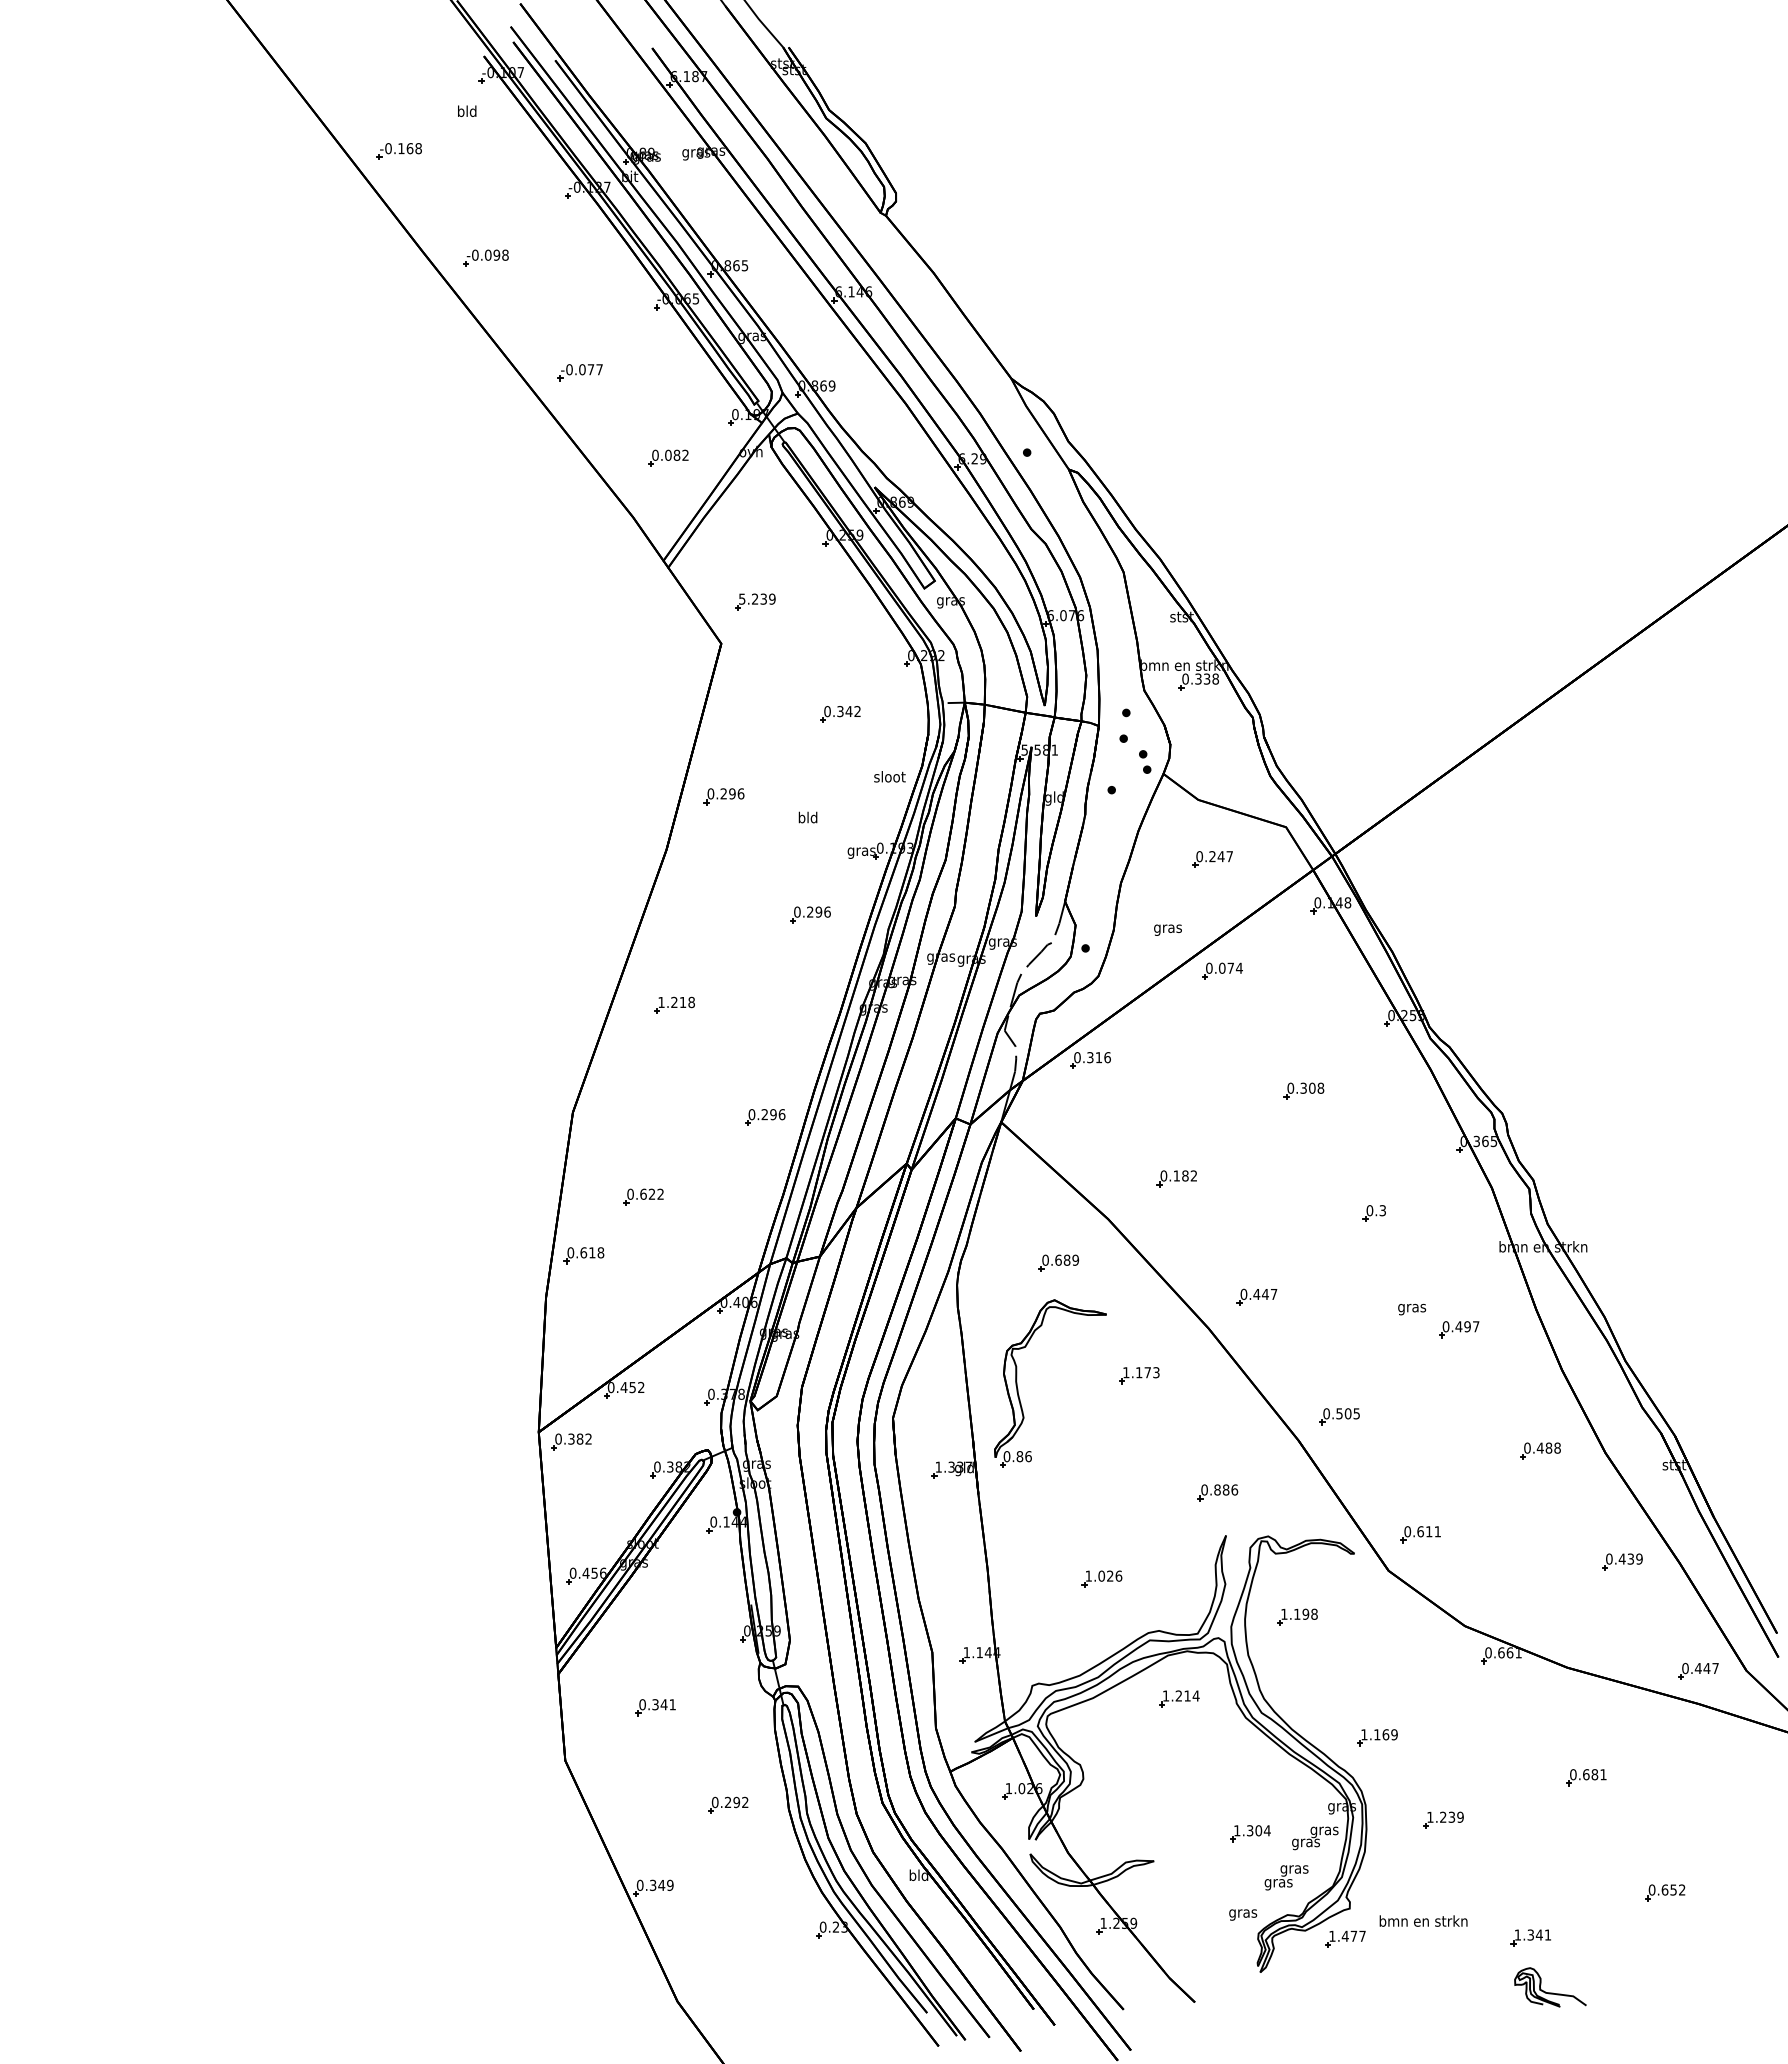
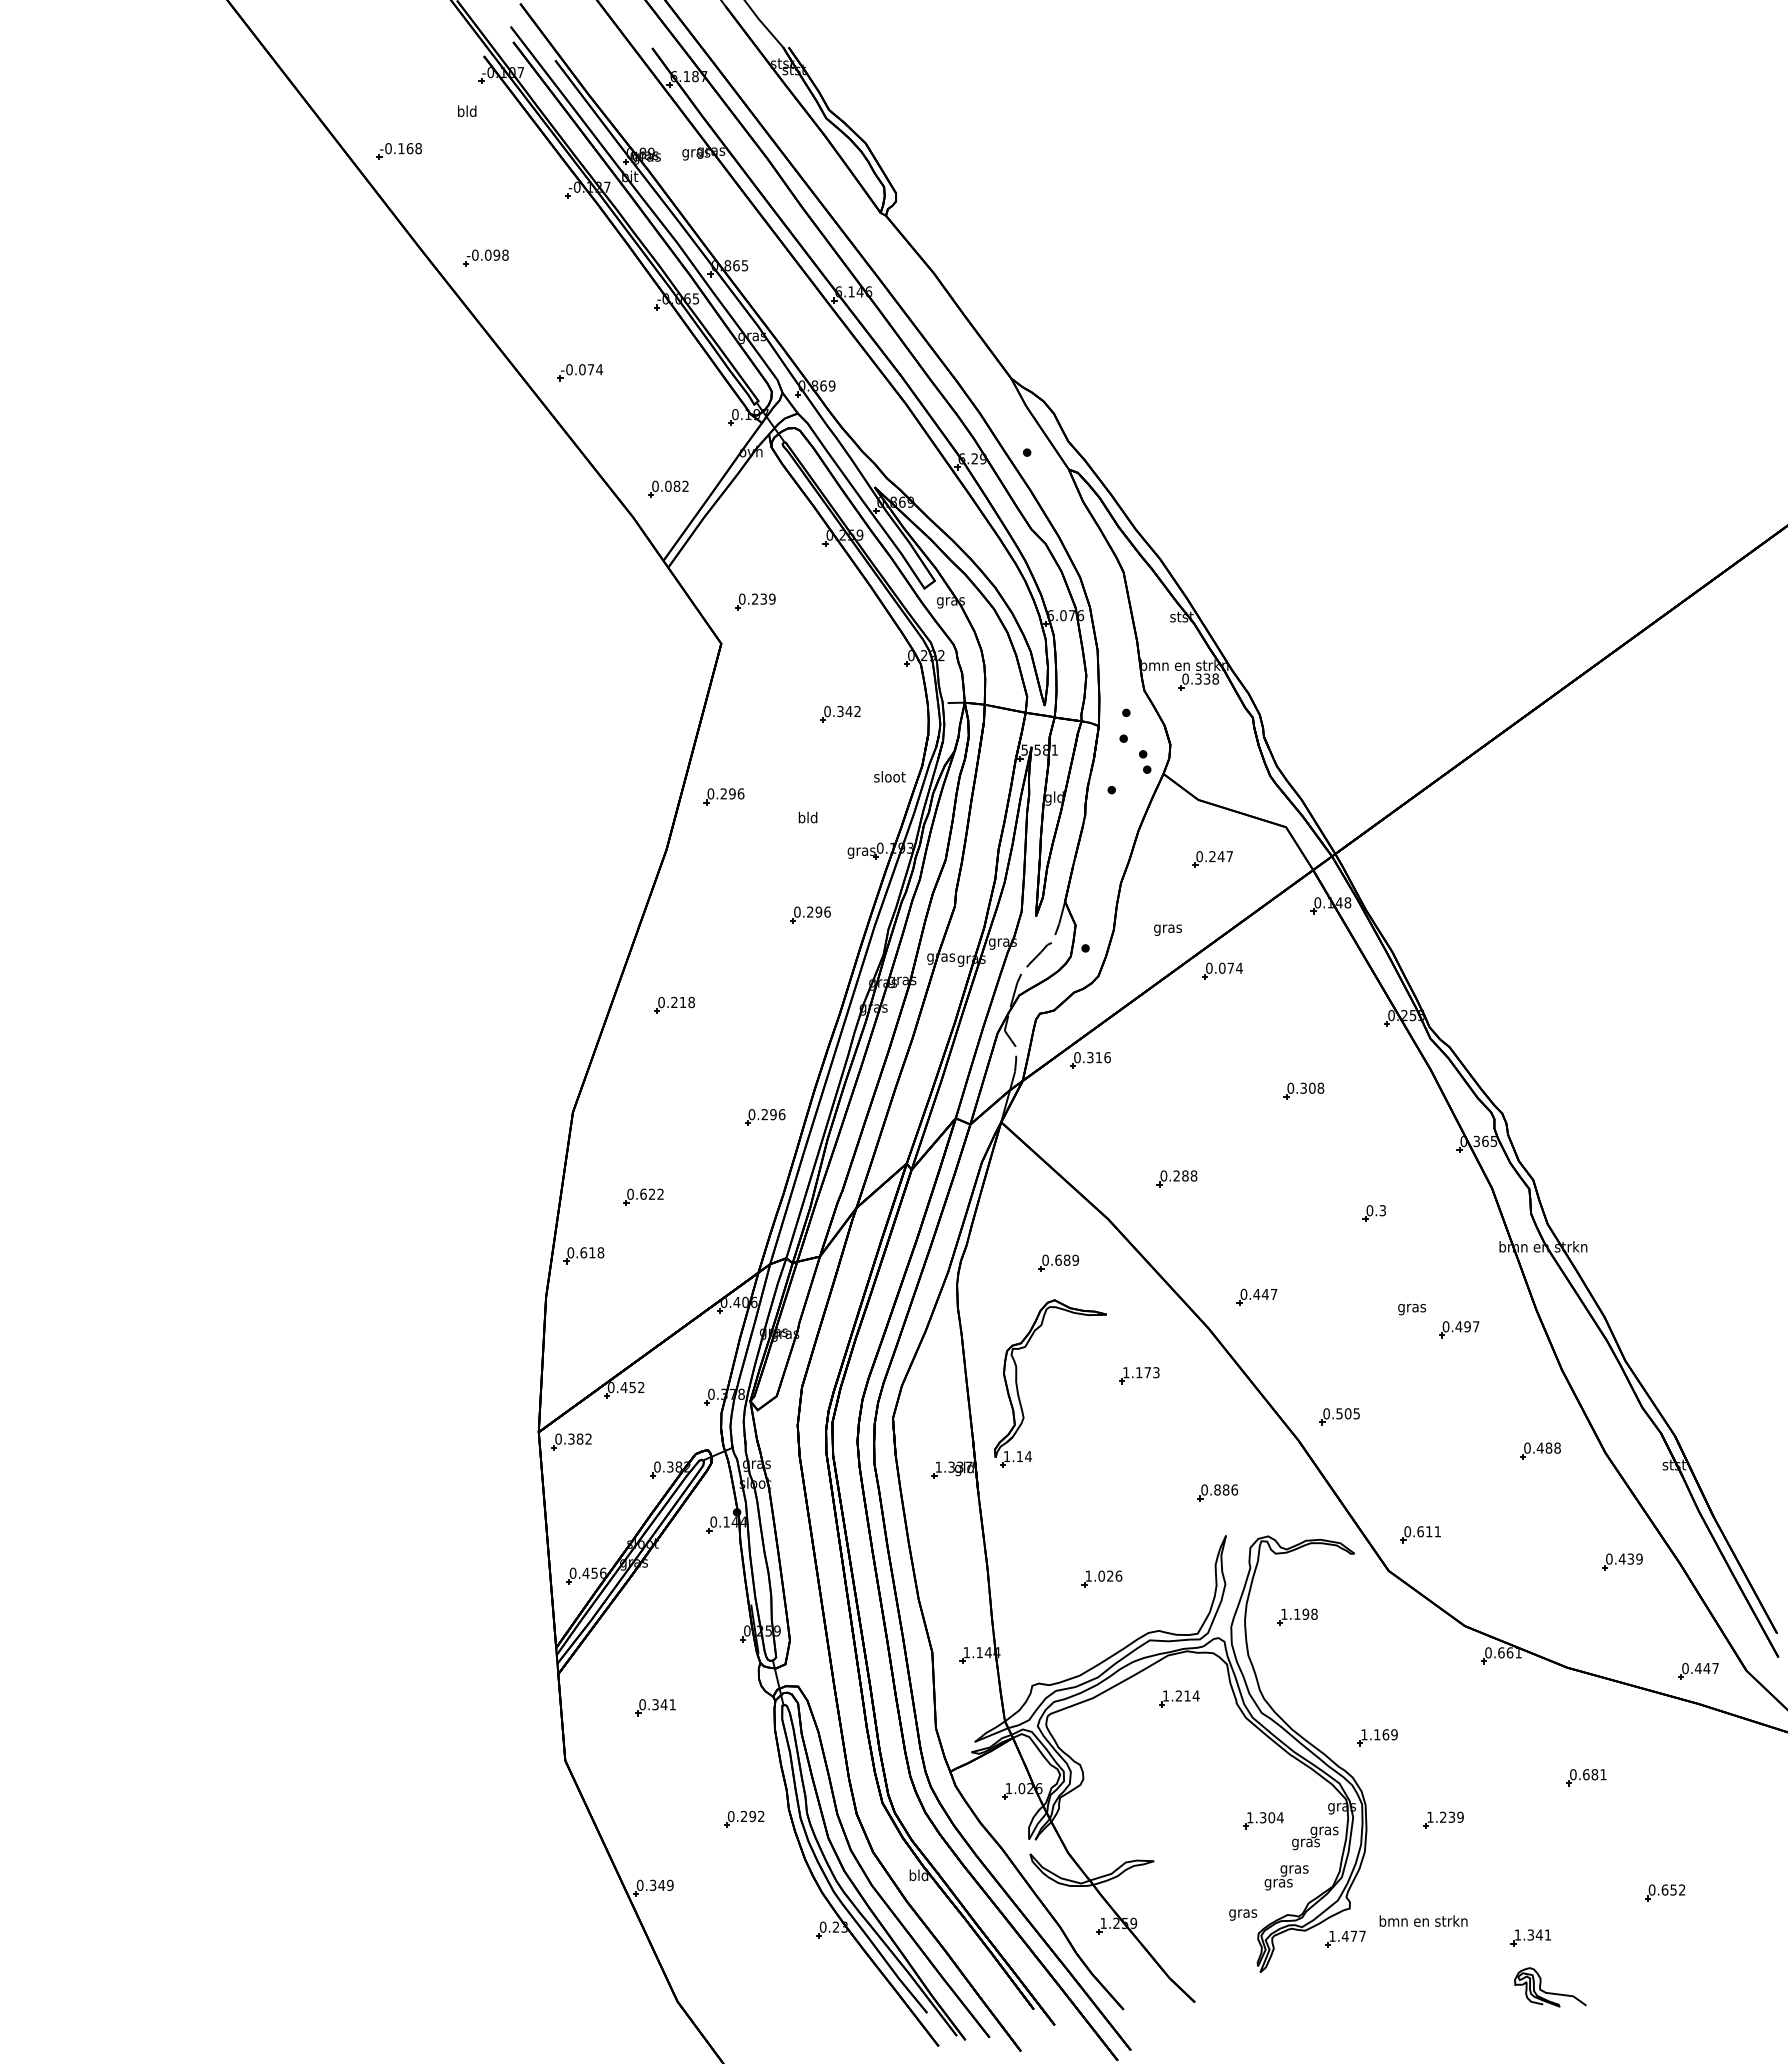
text at (599, 369): -0.077 -> -0.074
part at (668, 457) position: (668, 457) -> (668, 488)
text at (742, 598): 5.239 -> 0.239
text at (661, 1002): 1.218 -> 0.218
text at (1185, 1175): 0.182 -> 0.288
text at (1017, 1456): 0.86 -> 1.14
part at (728, 1804) position: (728, 1804) -> (744, 1818)
part at (1250, 1833) position: (1250, 1833) -> (1263, 1820)
